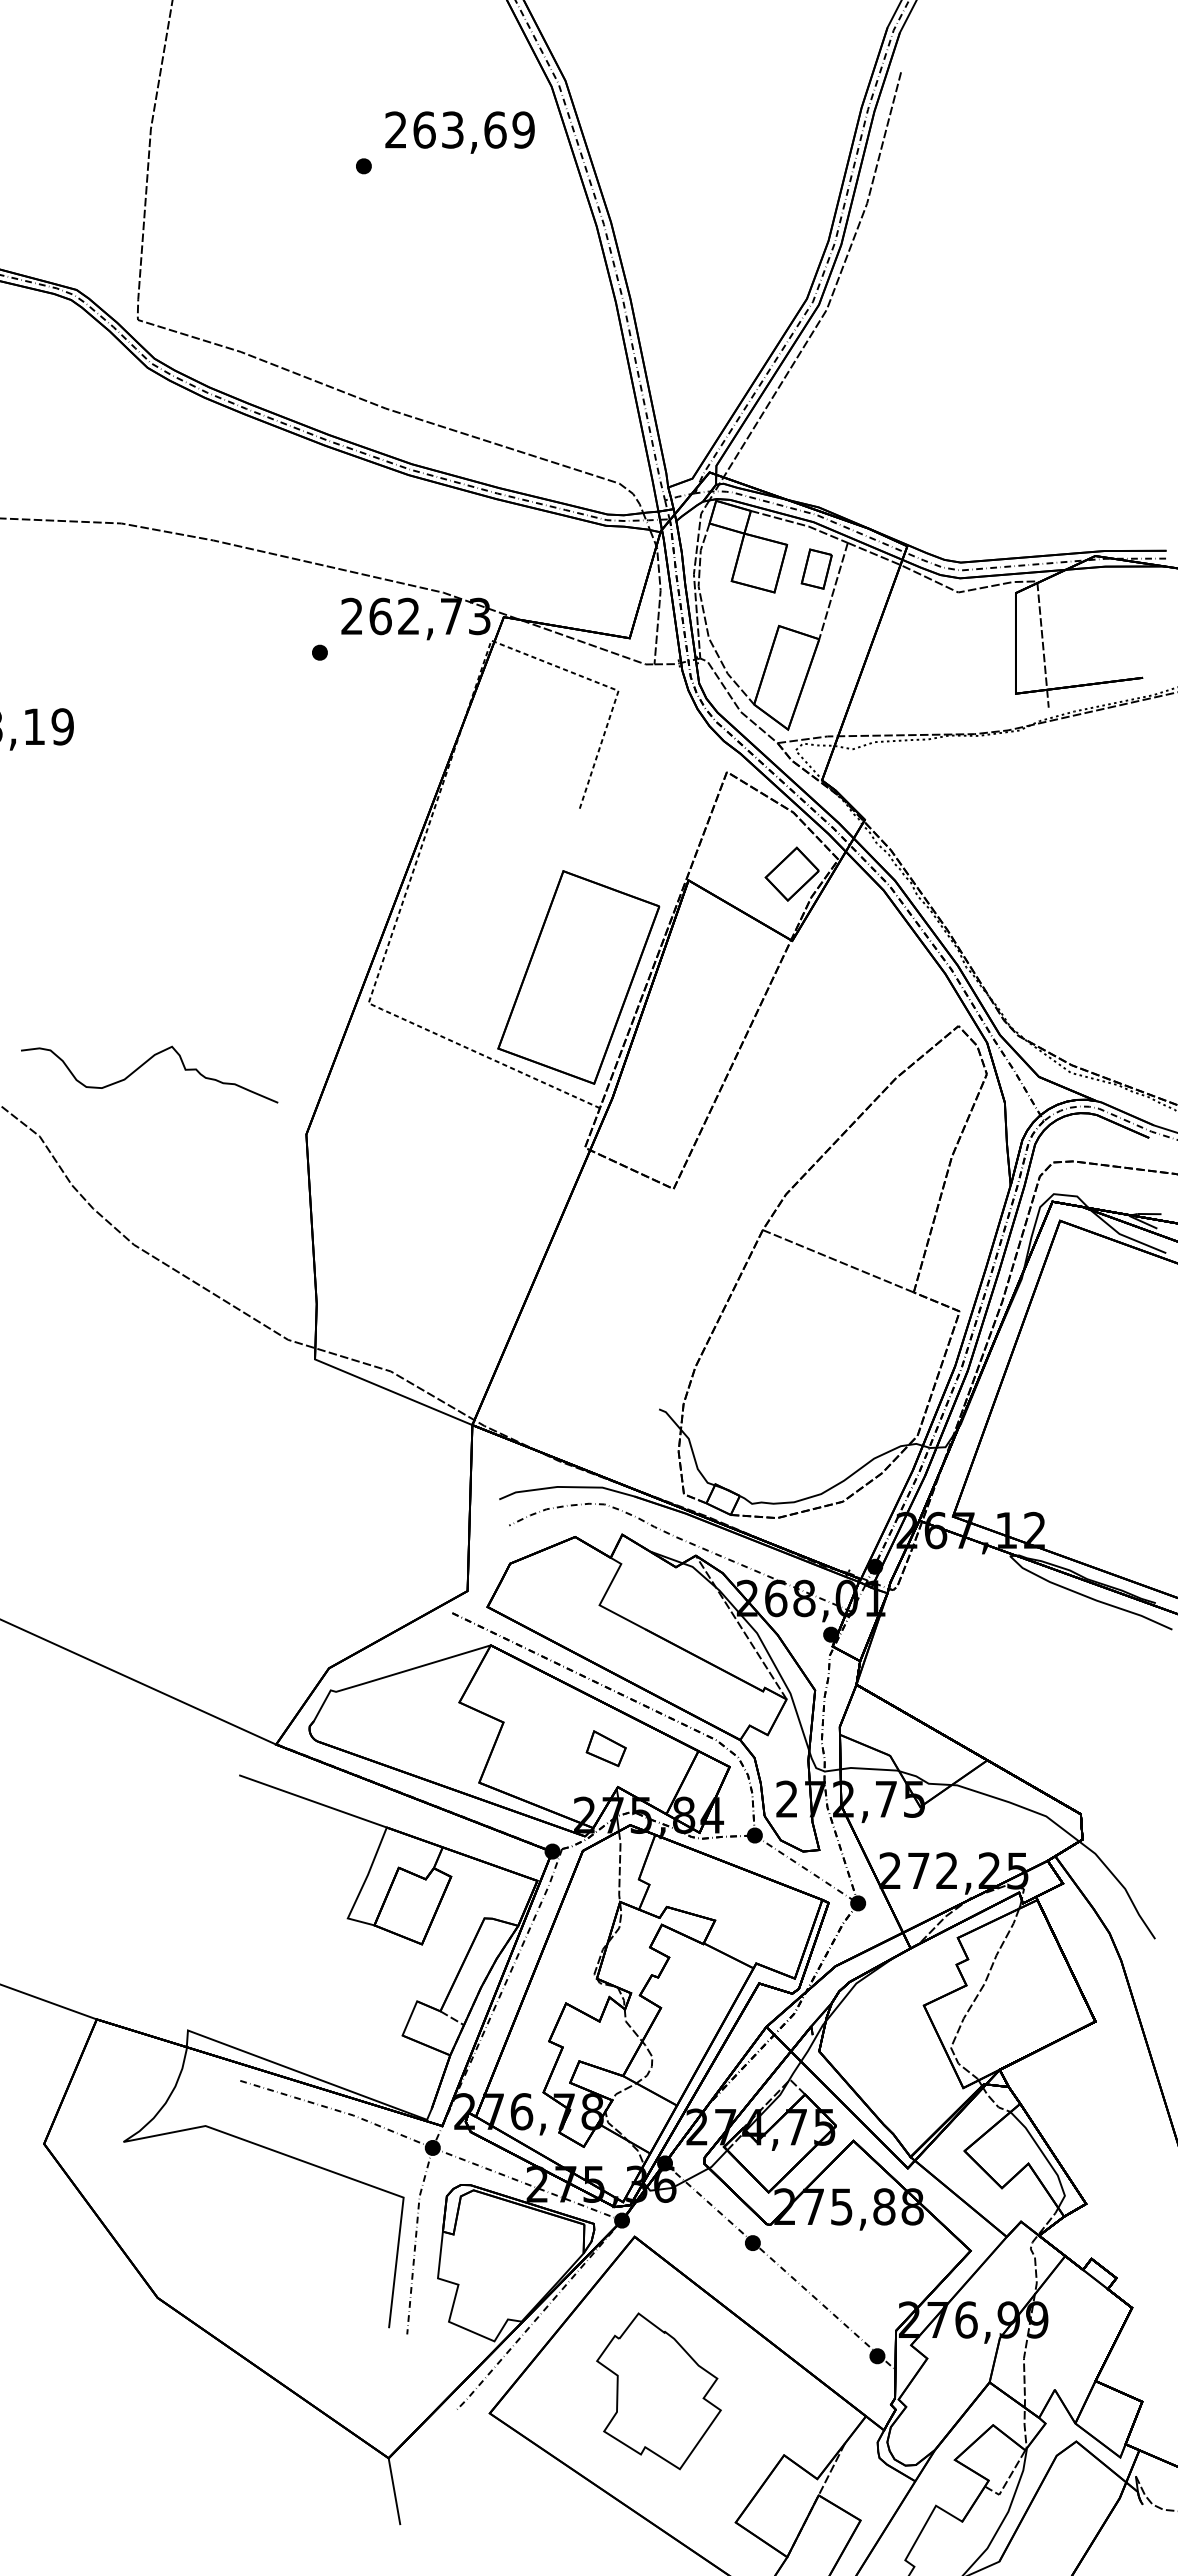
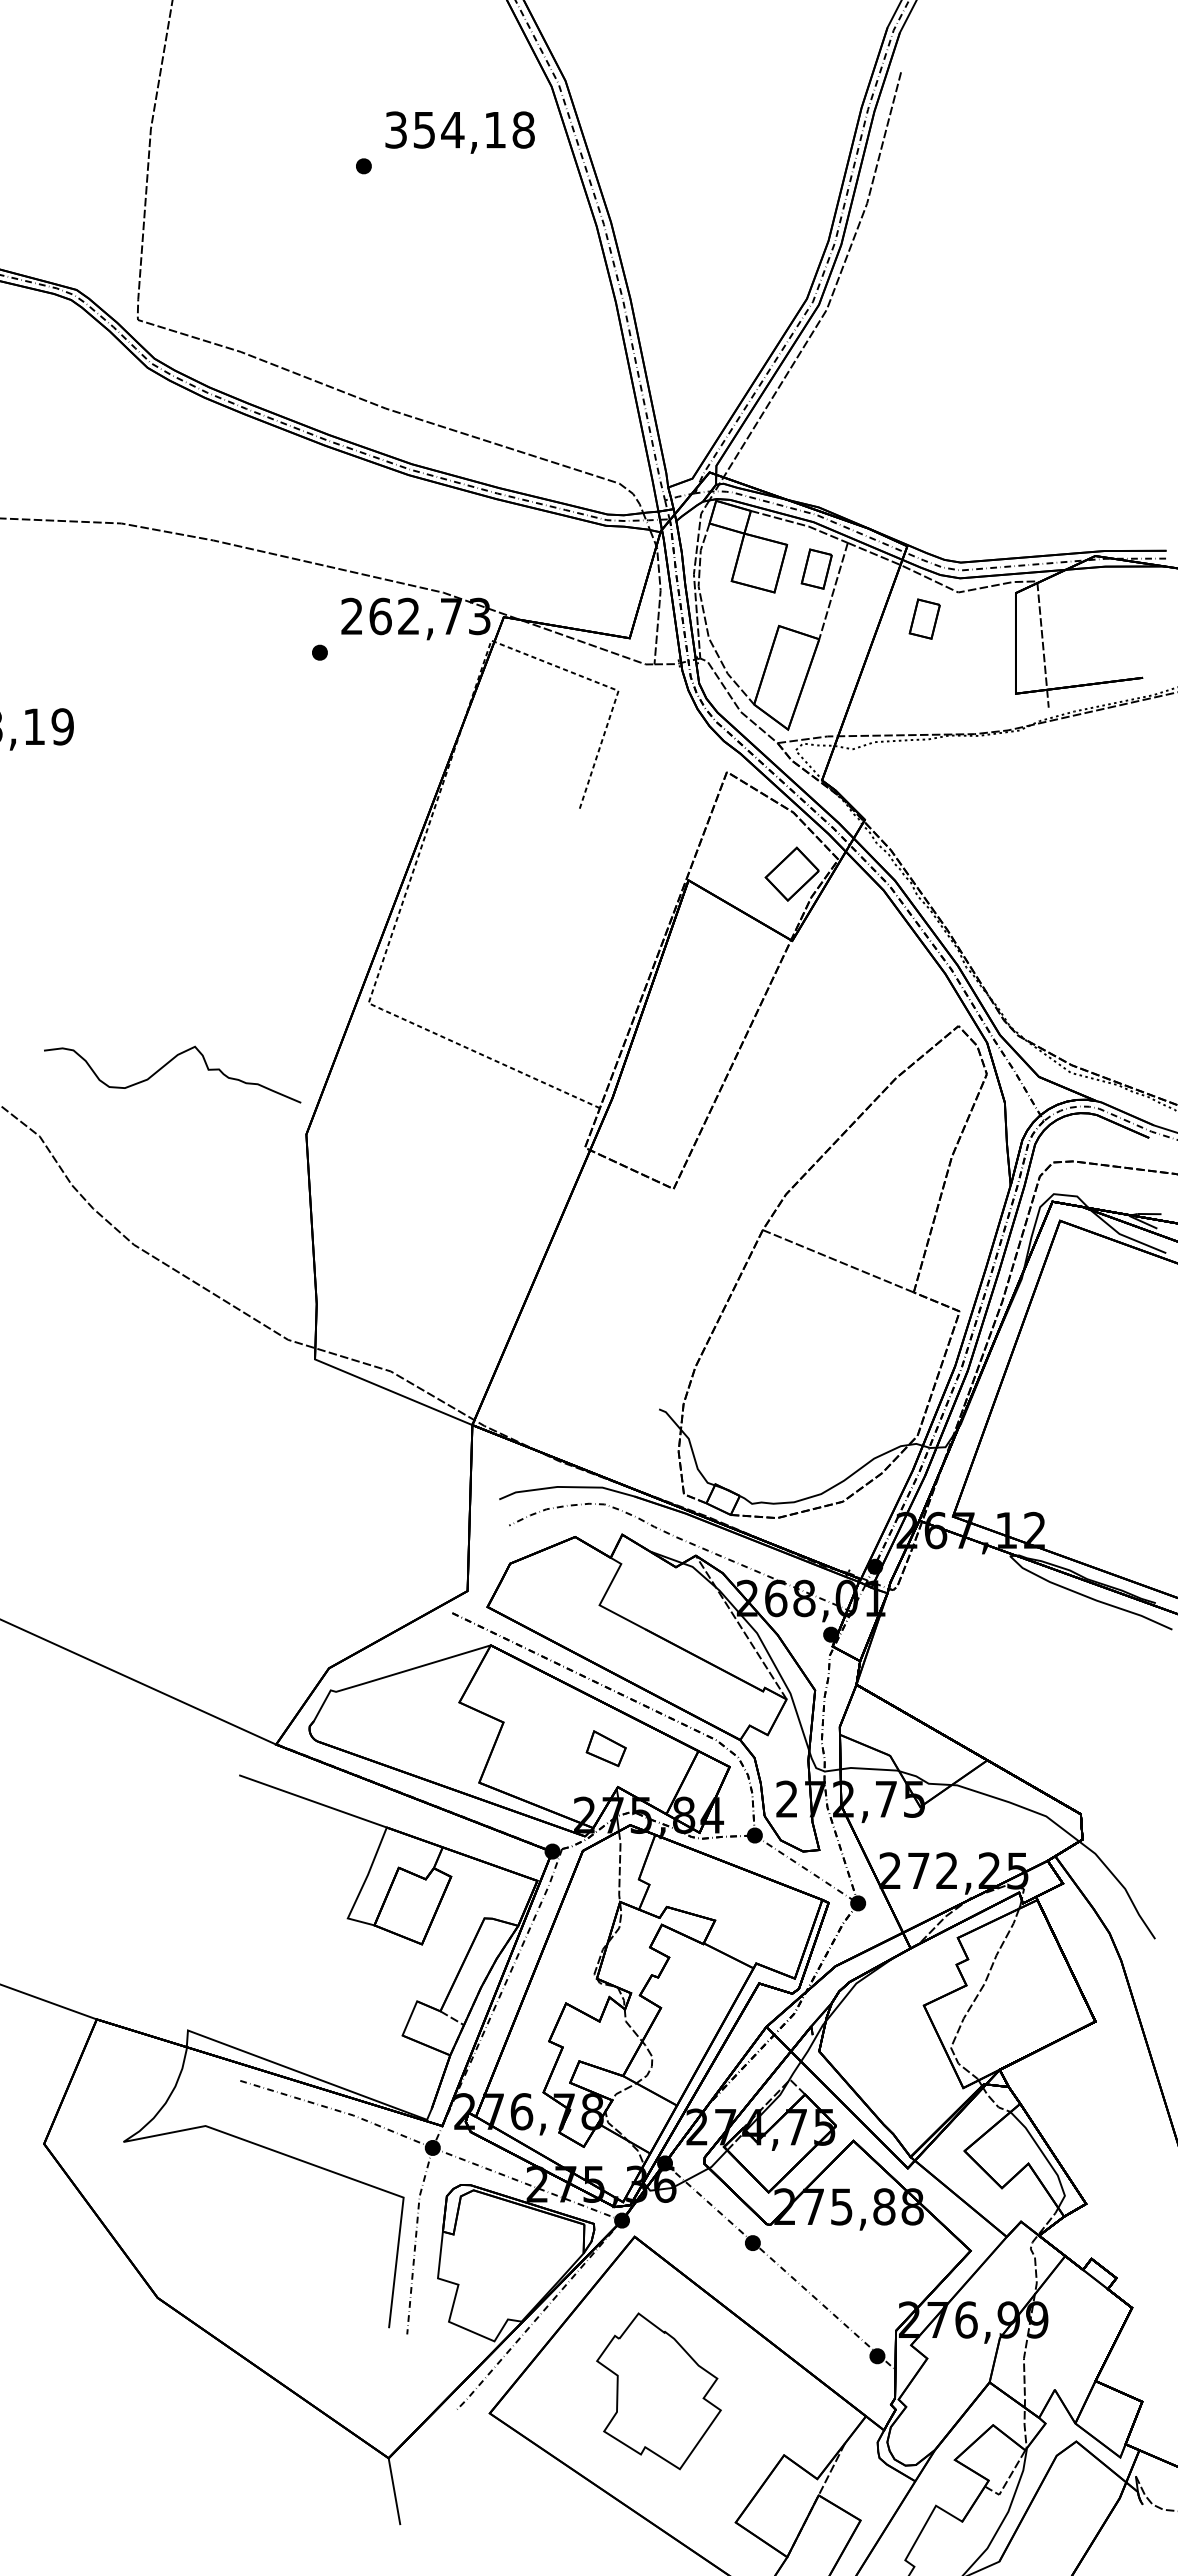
text at (459, 129): 263,69 -> 354,18
part at (924, 618): none -> present
part at (578, 977): present -> none
curve at (142, 1066) position: (142, 1066) -> (165, 1066)
